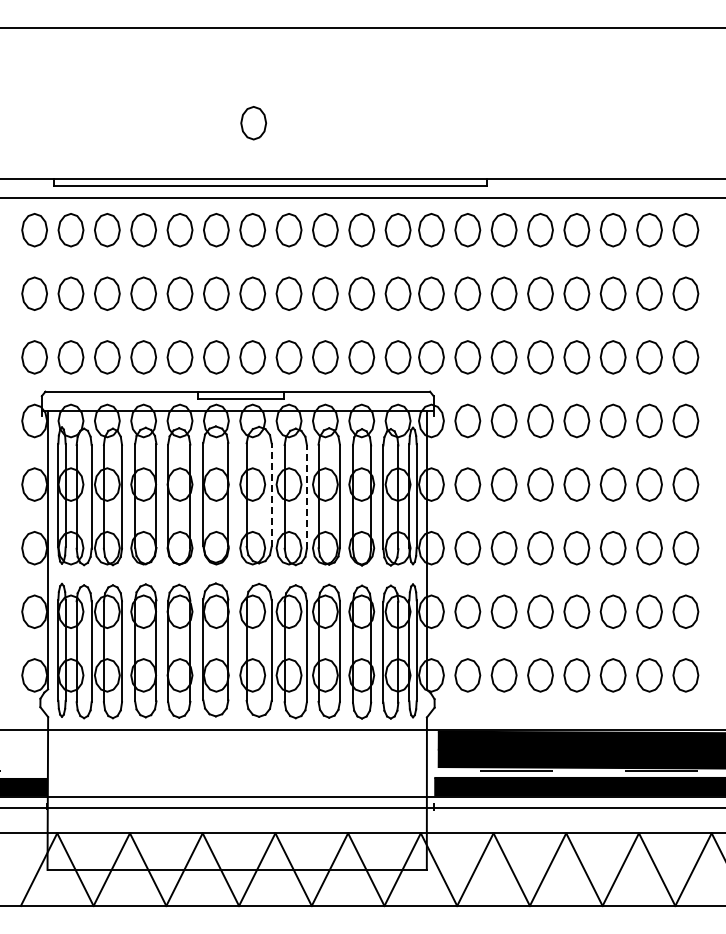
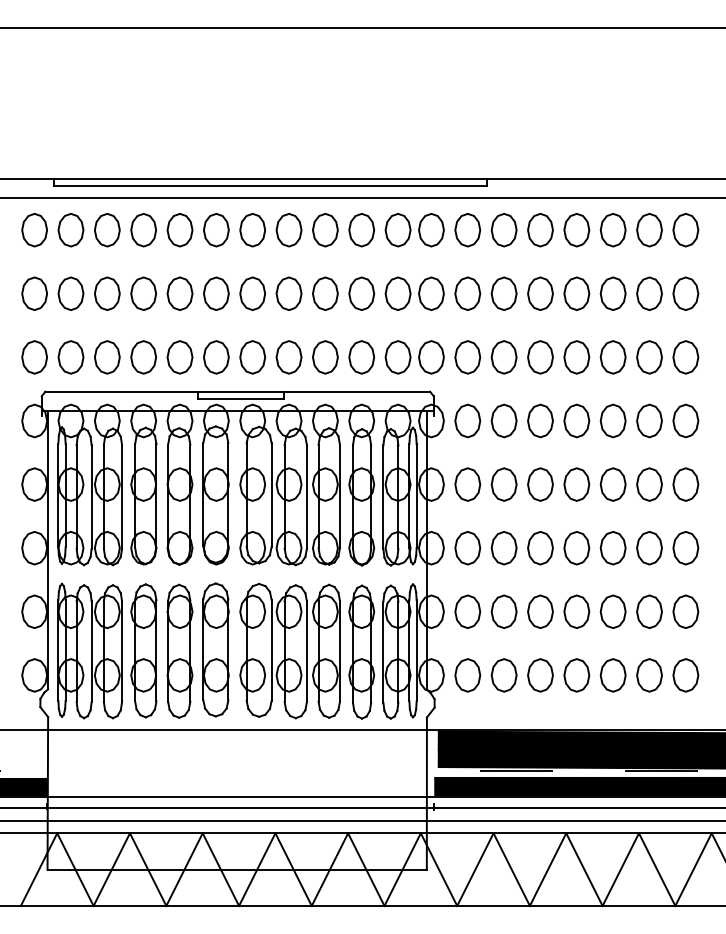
part at (253, 123): present -> none
line at (271, 495): dashed -> solid
line at (306, 496): dashed -> solid
line at (362, 820): none -> present
